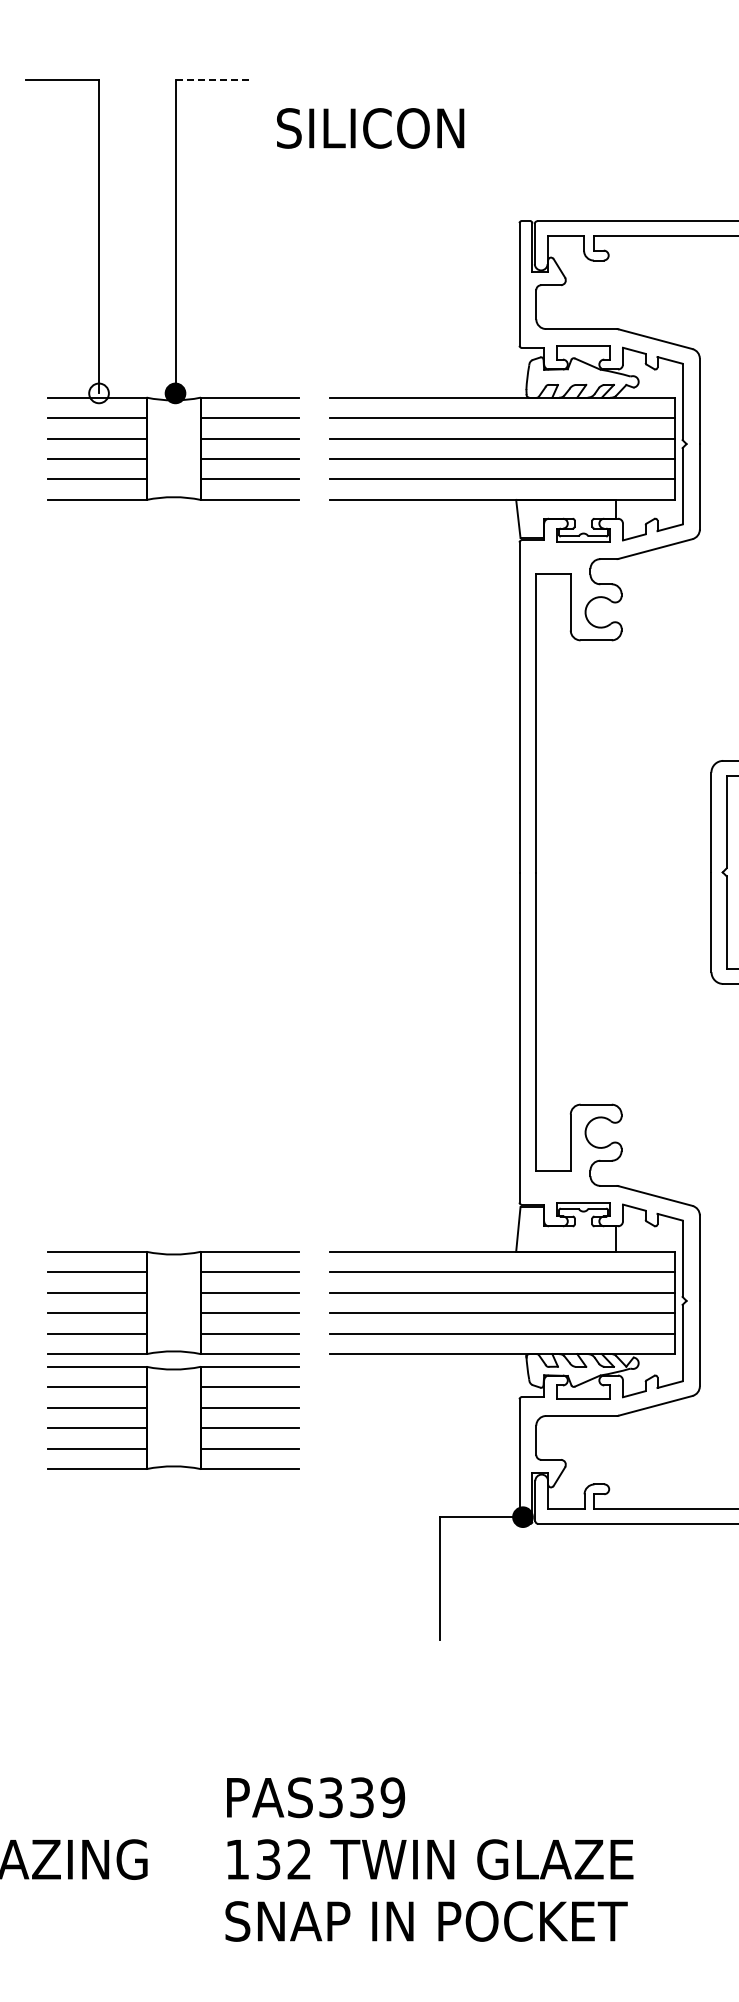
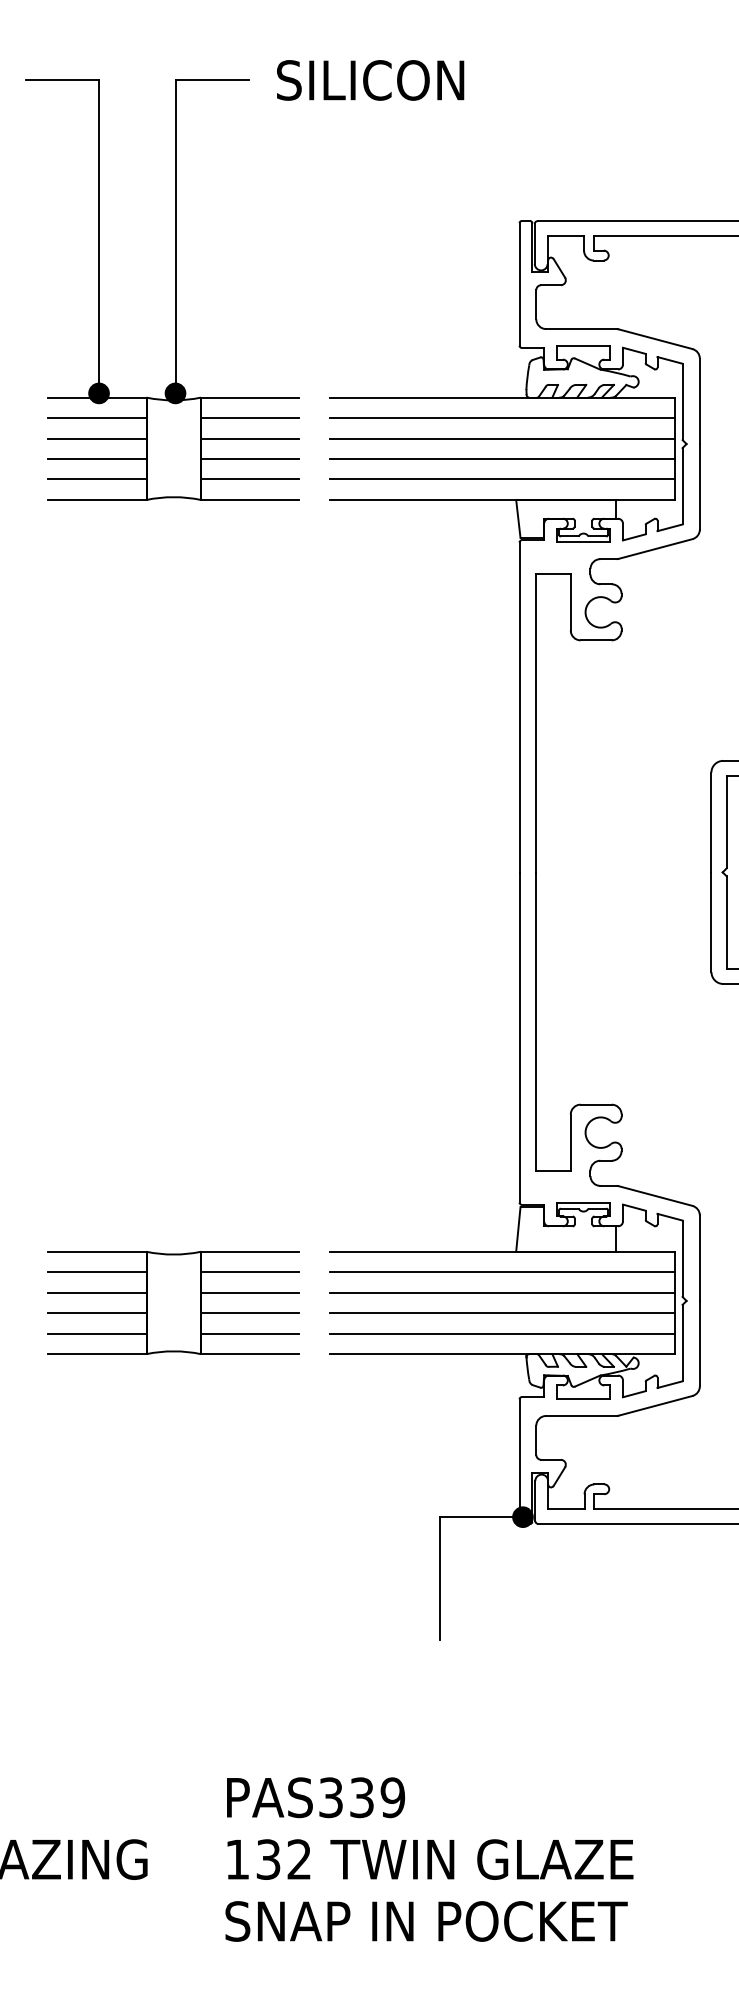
line at (212, 80): dashed -> solid
text at (370, 128) position: (370, 128) -> (370, 80)
fill at (98, 393): none -> present
part at (173, 1417): present -> none
